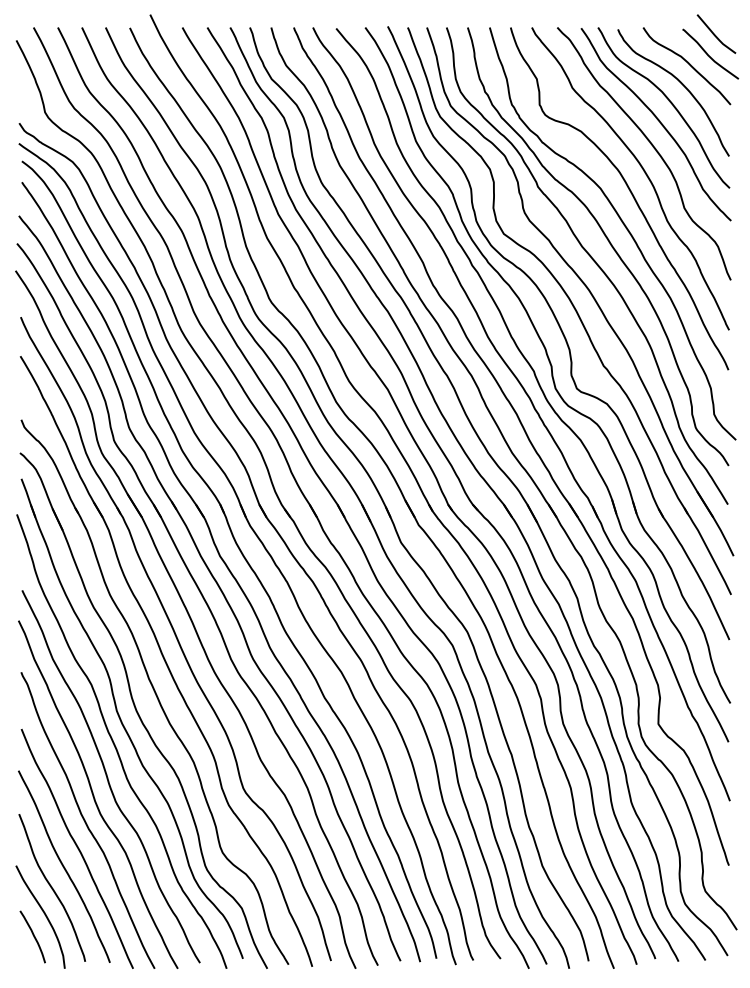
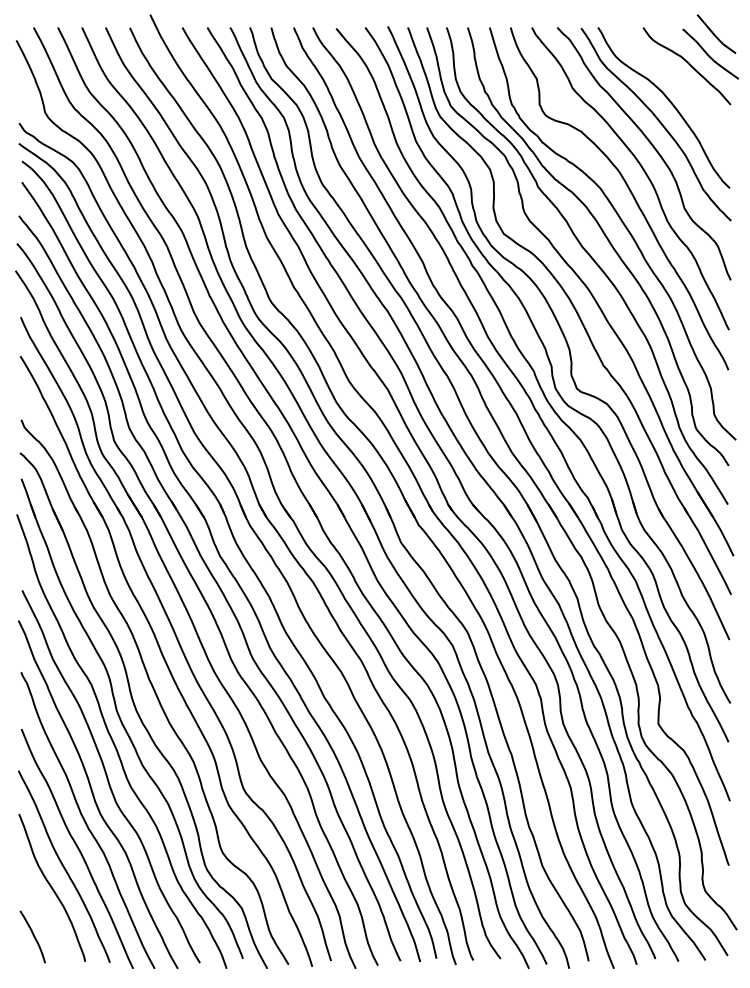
curve at (681, 84): present -> none
curve at (44, 915): present -> none
